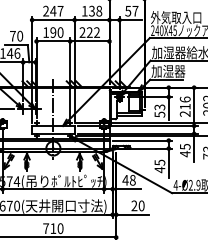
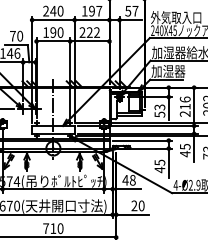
text at (60, 10): 247 -> 240
text at (95, 10): 138 -> 197
